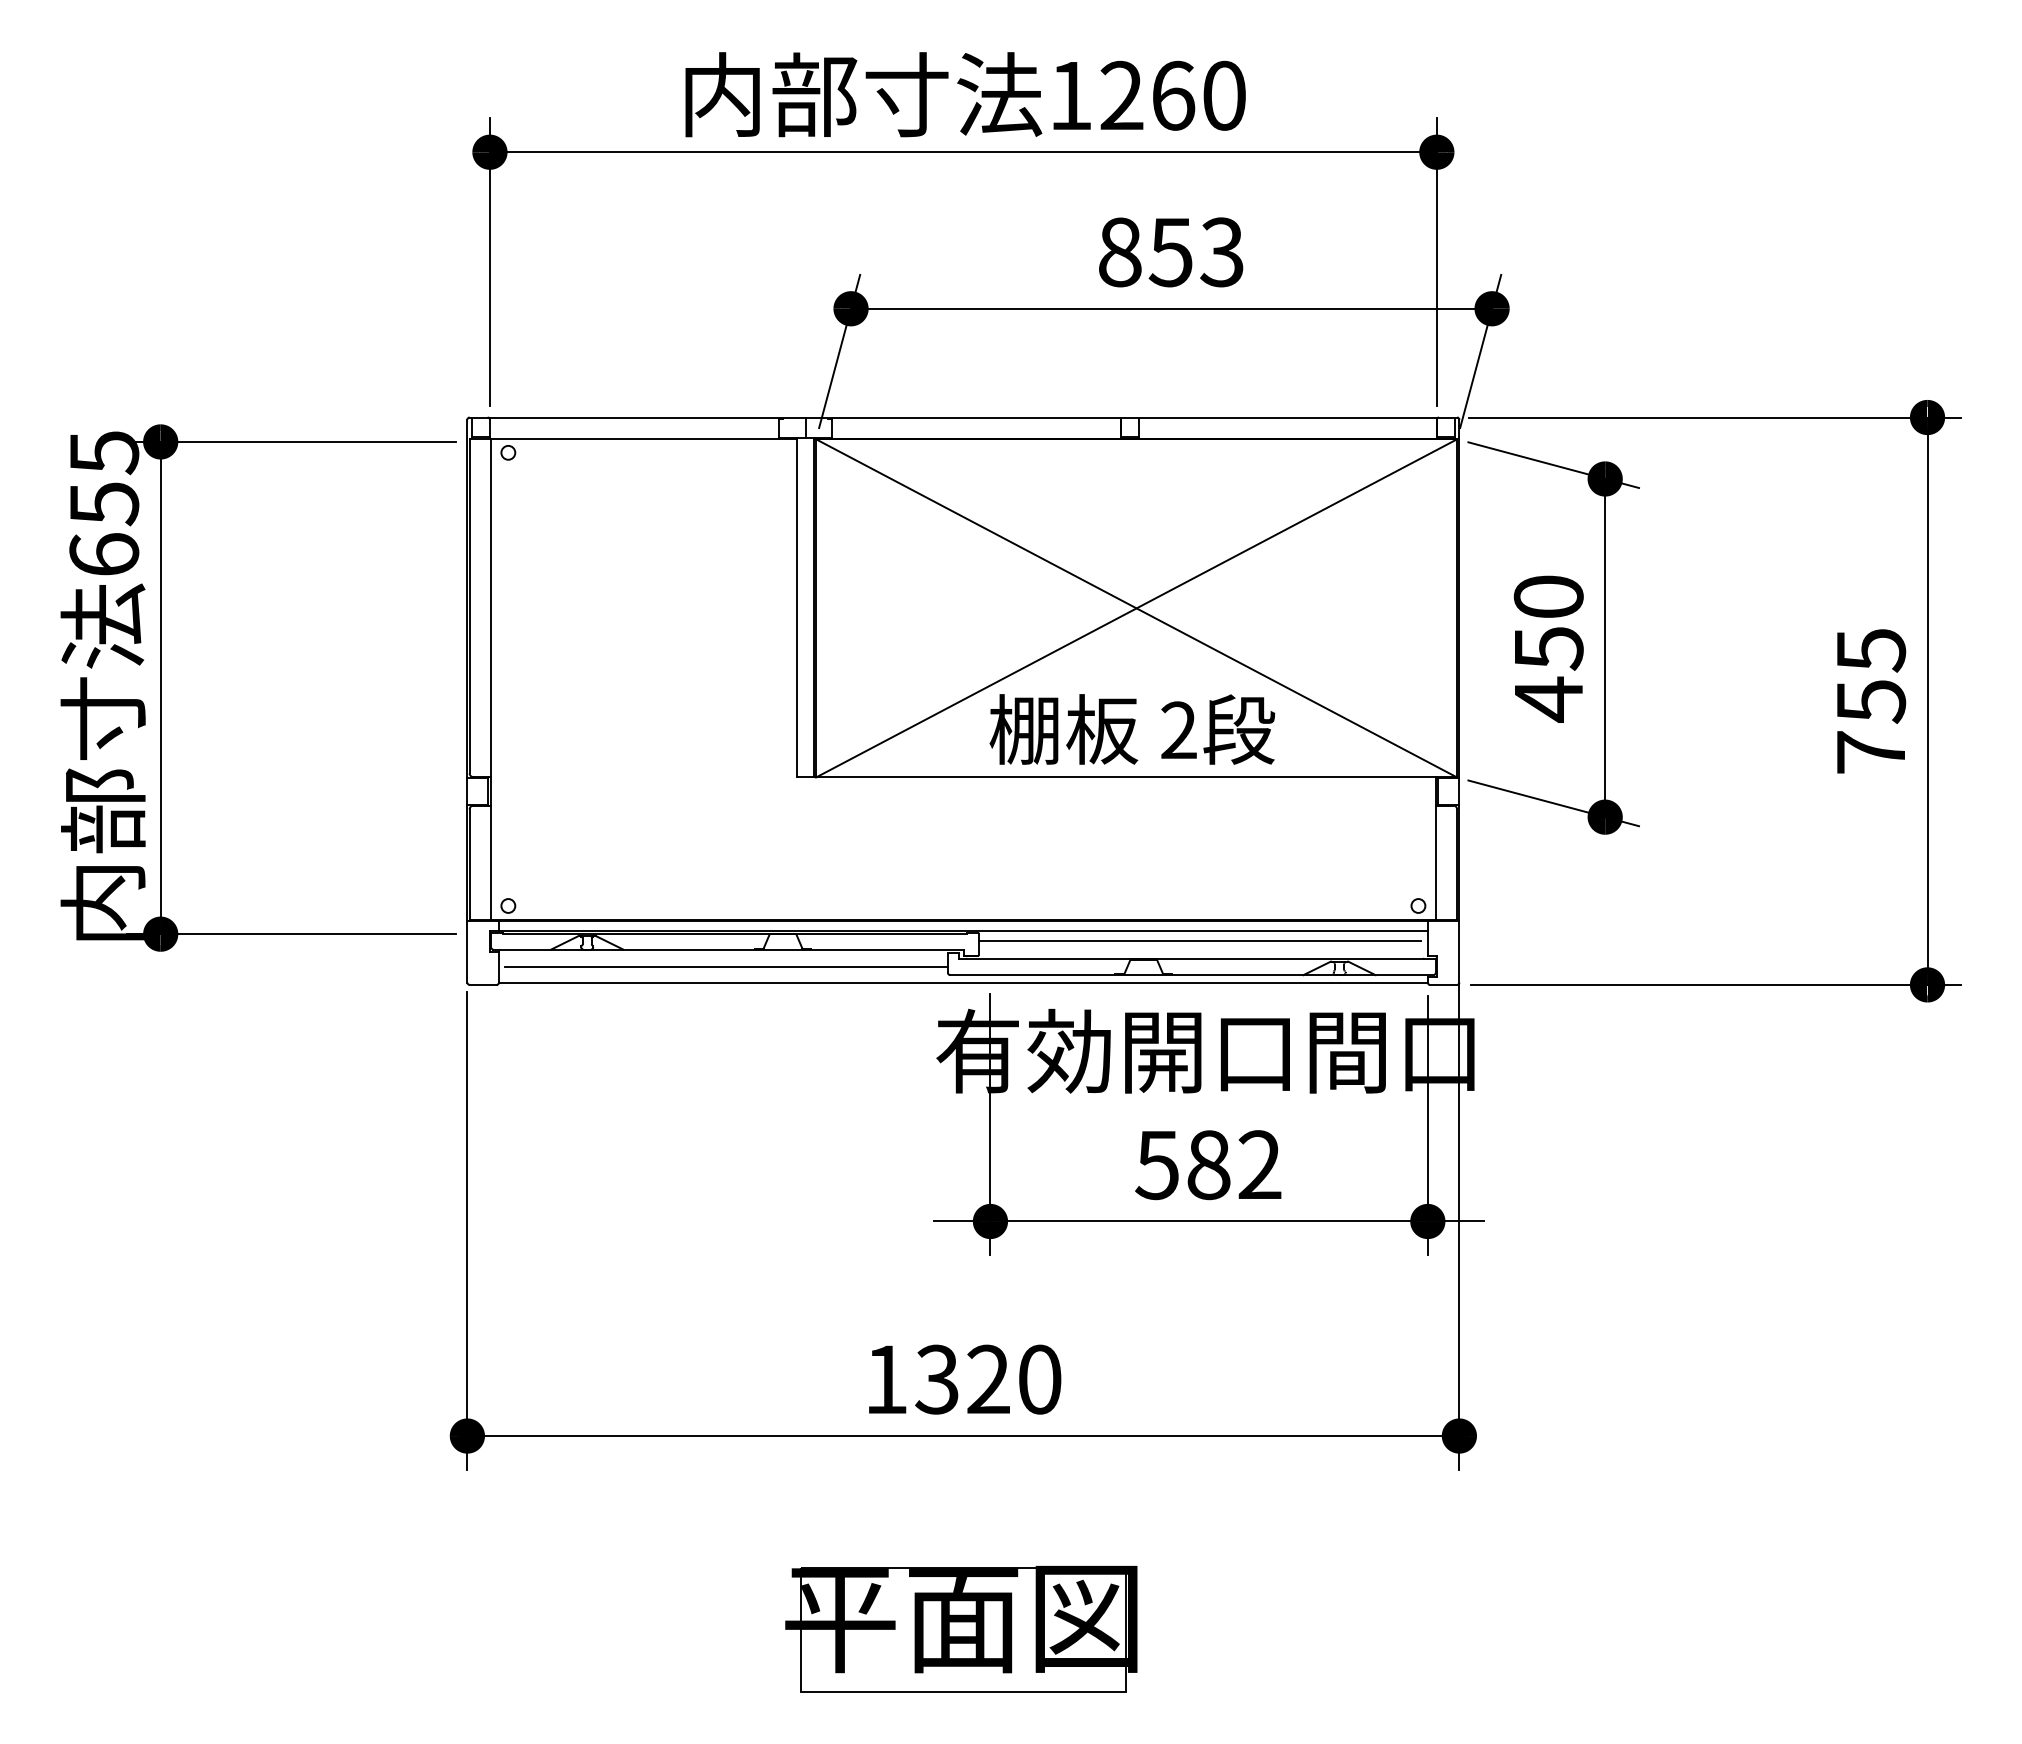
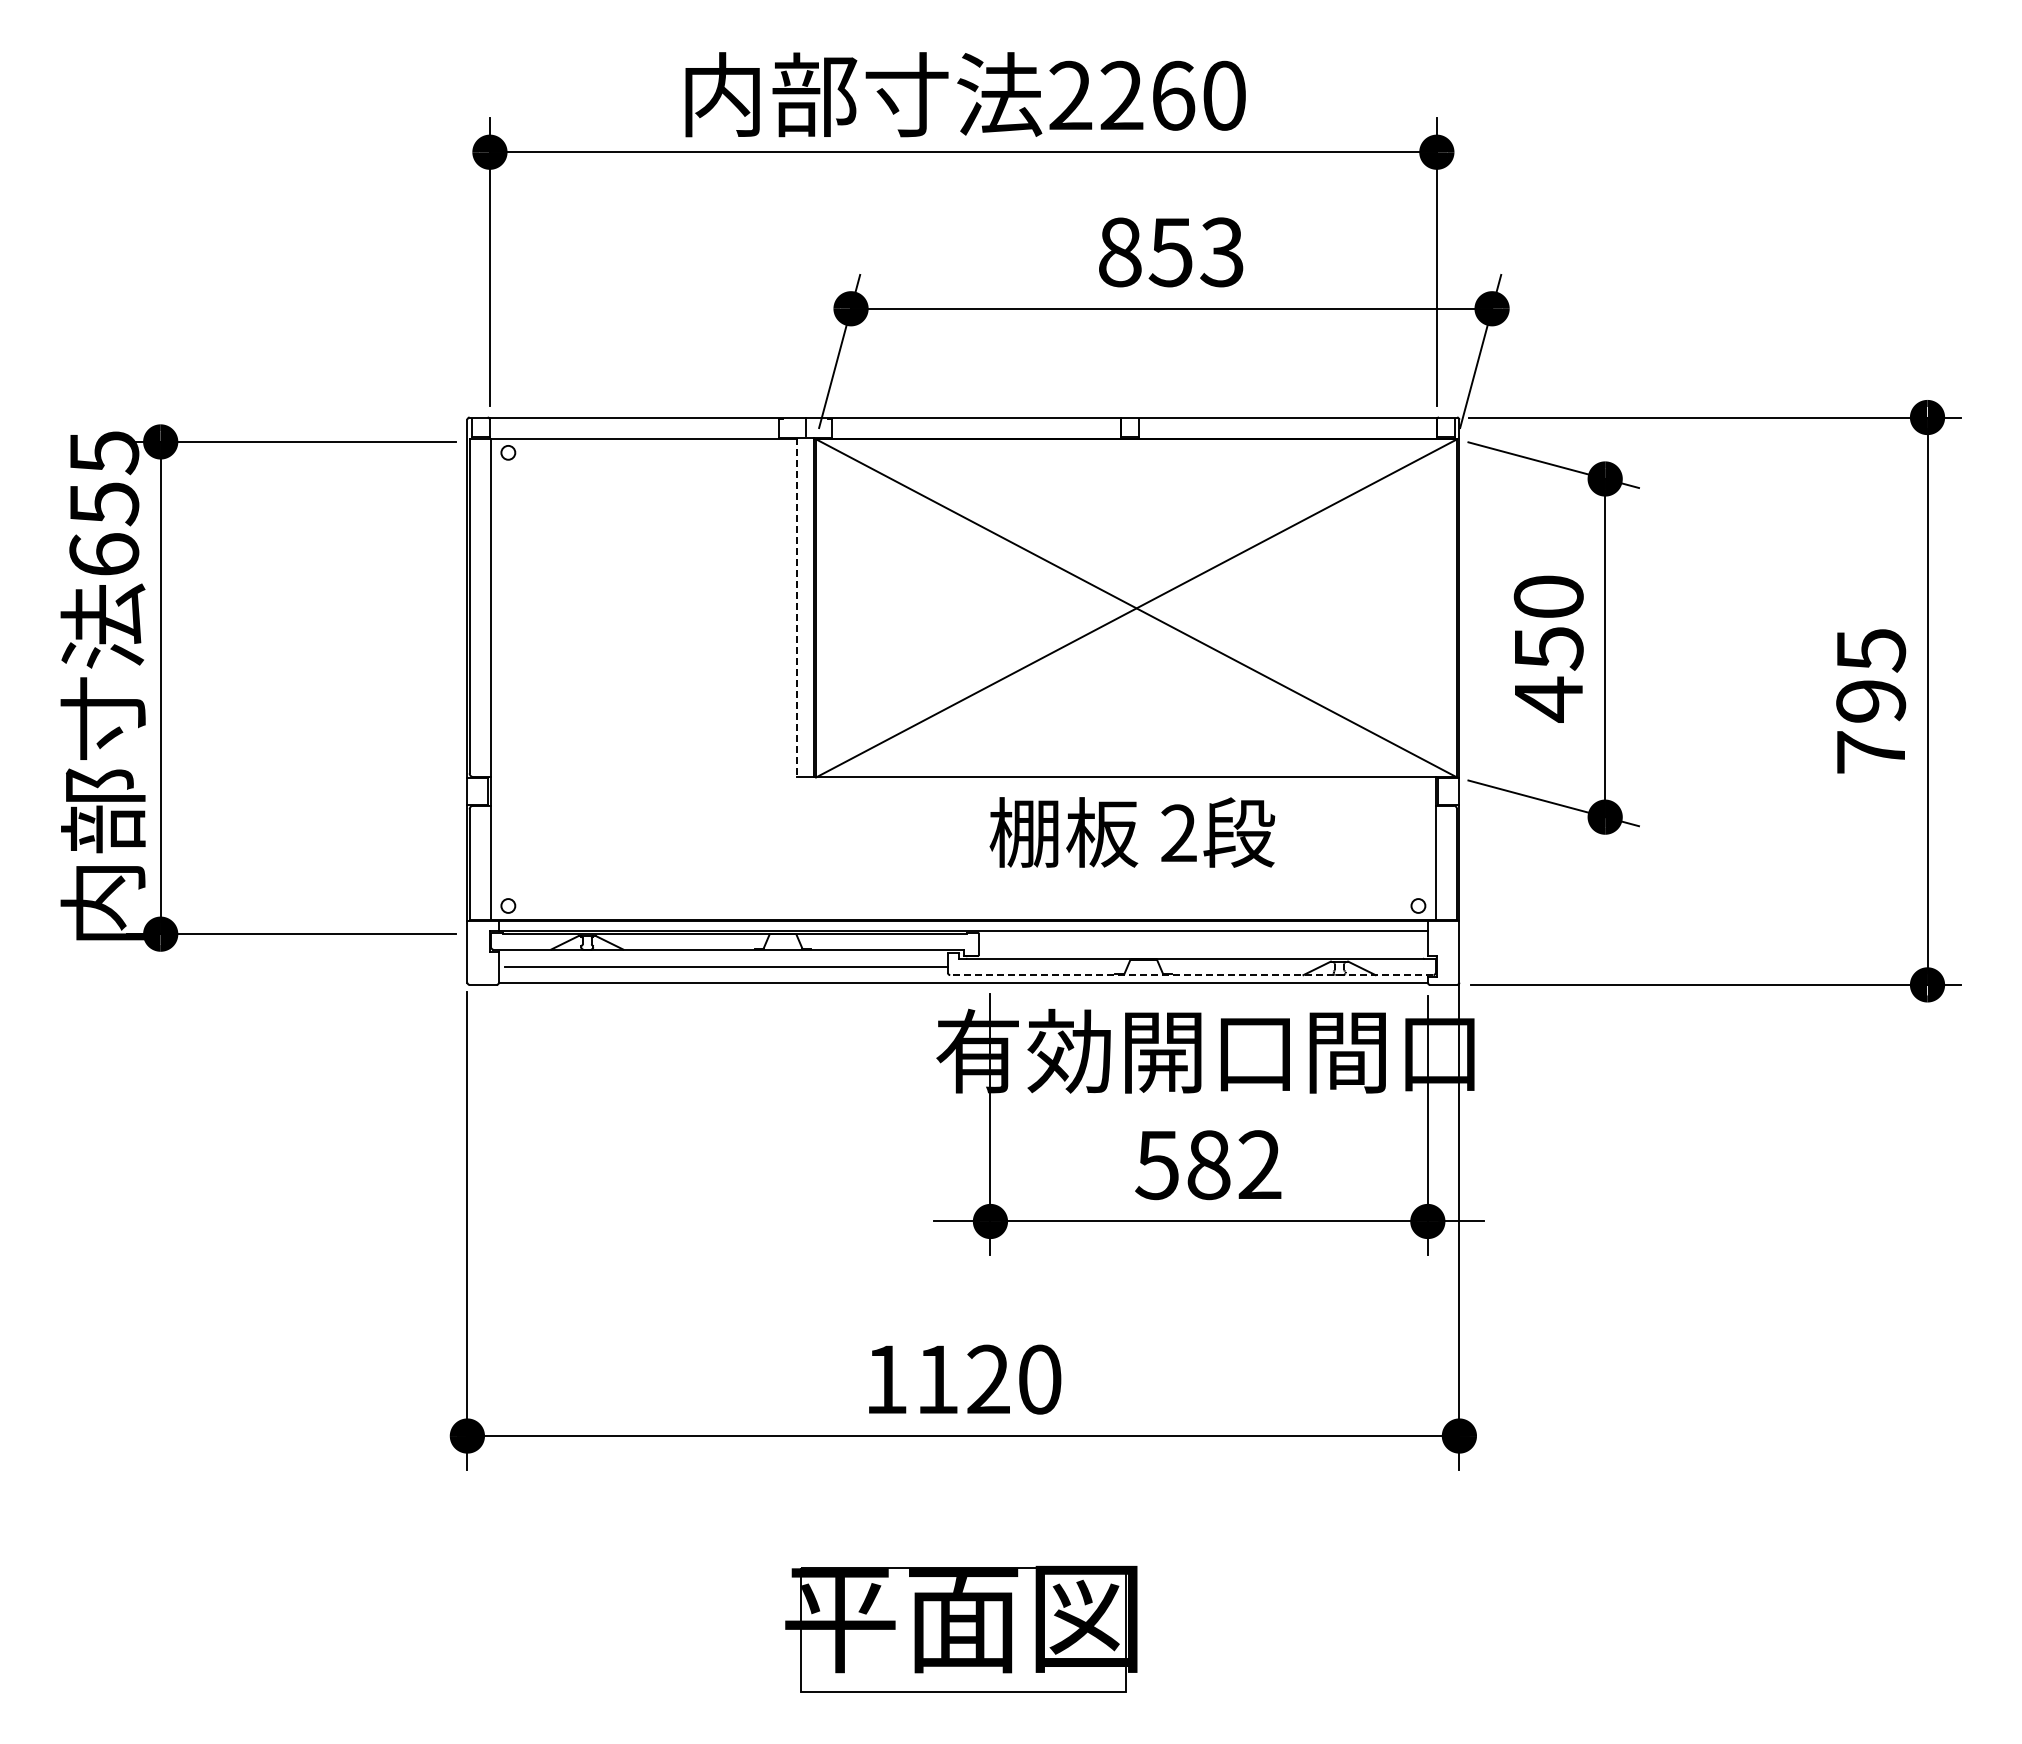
text at (1070, 94): 1260 -> 2260
line at (797, 607): solid -> dashed
text at (1871, 702): 755 -> 795
text at (1132, 729) position: (1132, 729) -> (1132, 832)
line at (1199, 941): present -> none
line at (1191, 975): solid -> dashed
text at (936, 1379): 1320 -> 1120
